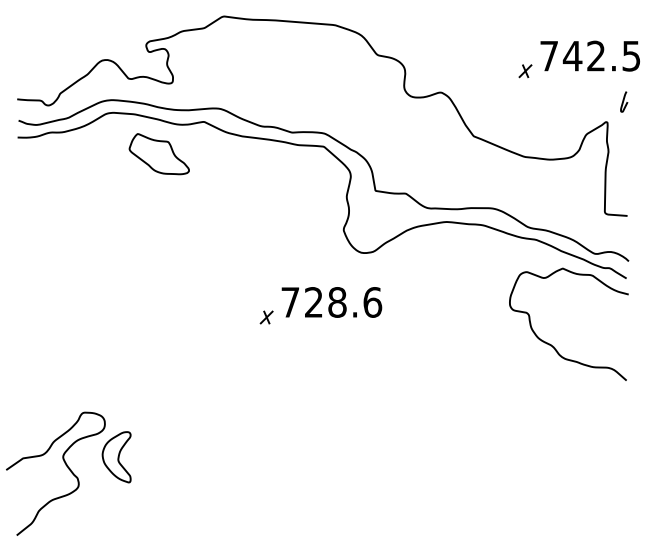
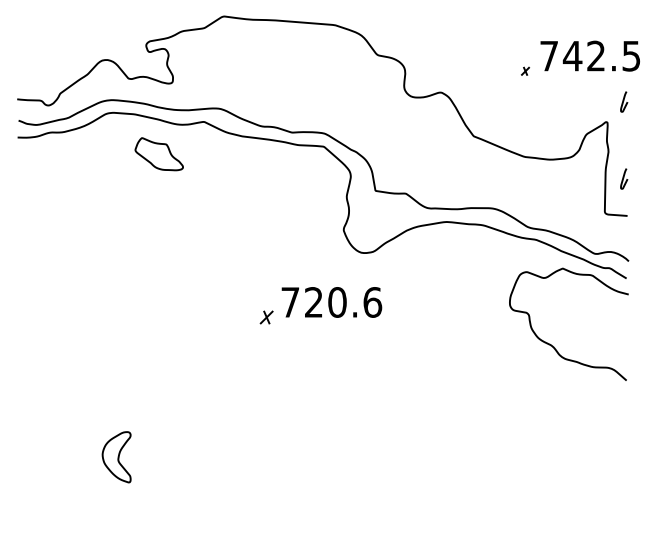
part at (525, 71) size: 15x15 px -> 10x10 px
part at (158, 154) size: 62x43 px -> 50x35 px
curve at (624, 178): none -> present
text at (337, 302): 728.6 -> 720.6
curve at (65, 465): present -> none
